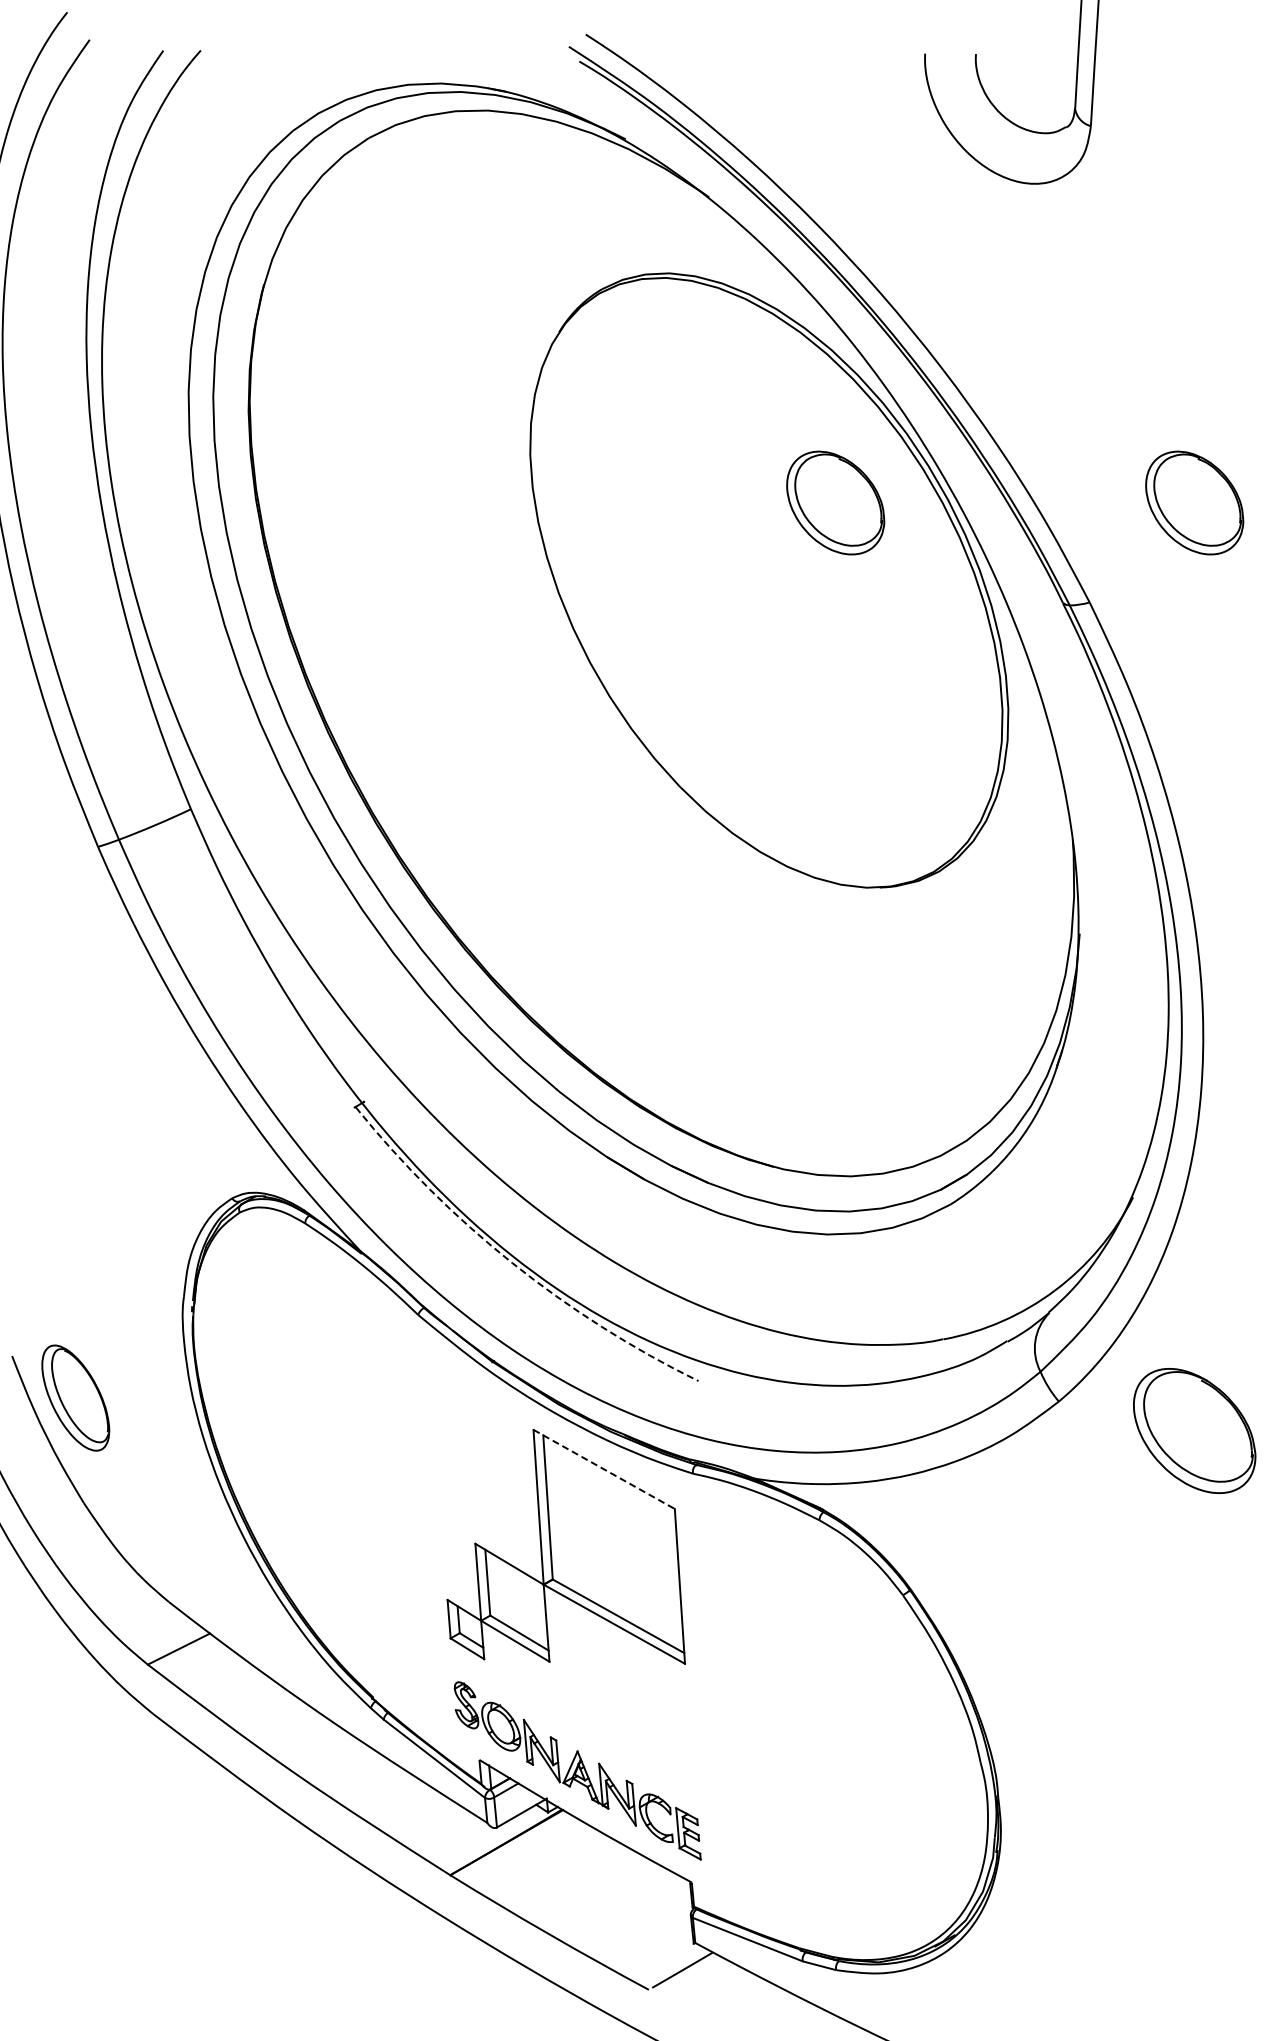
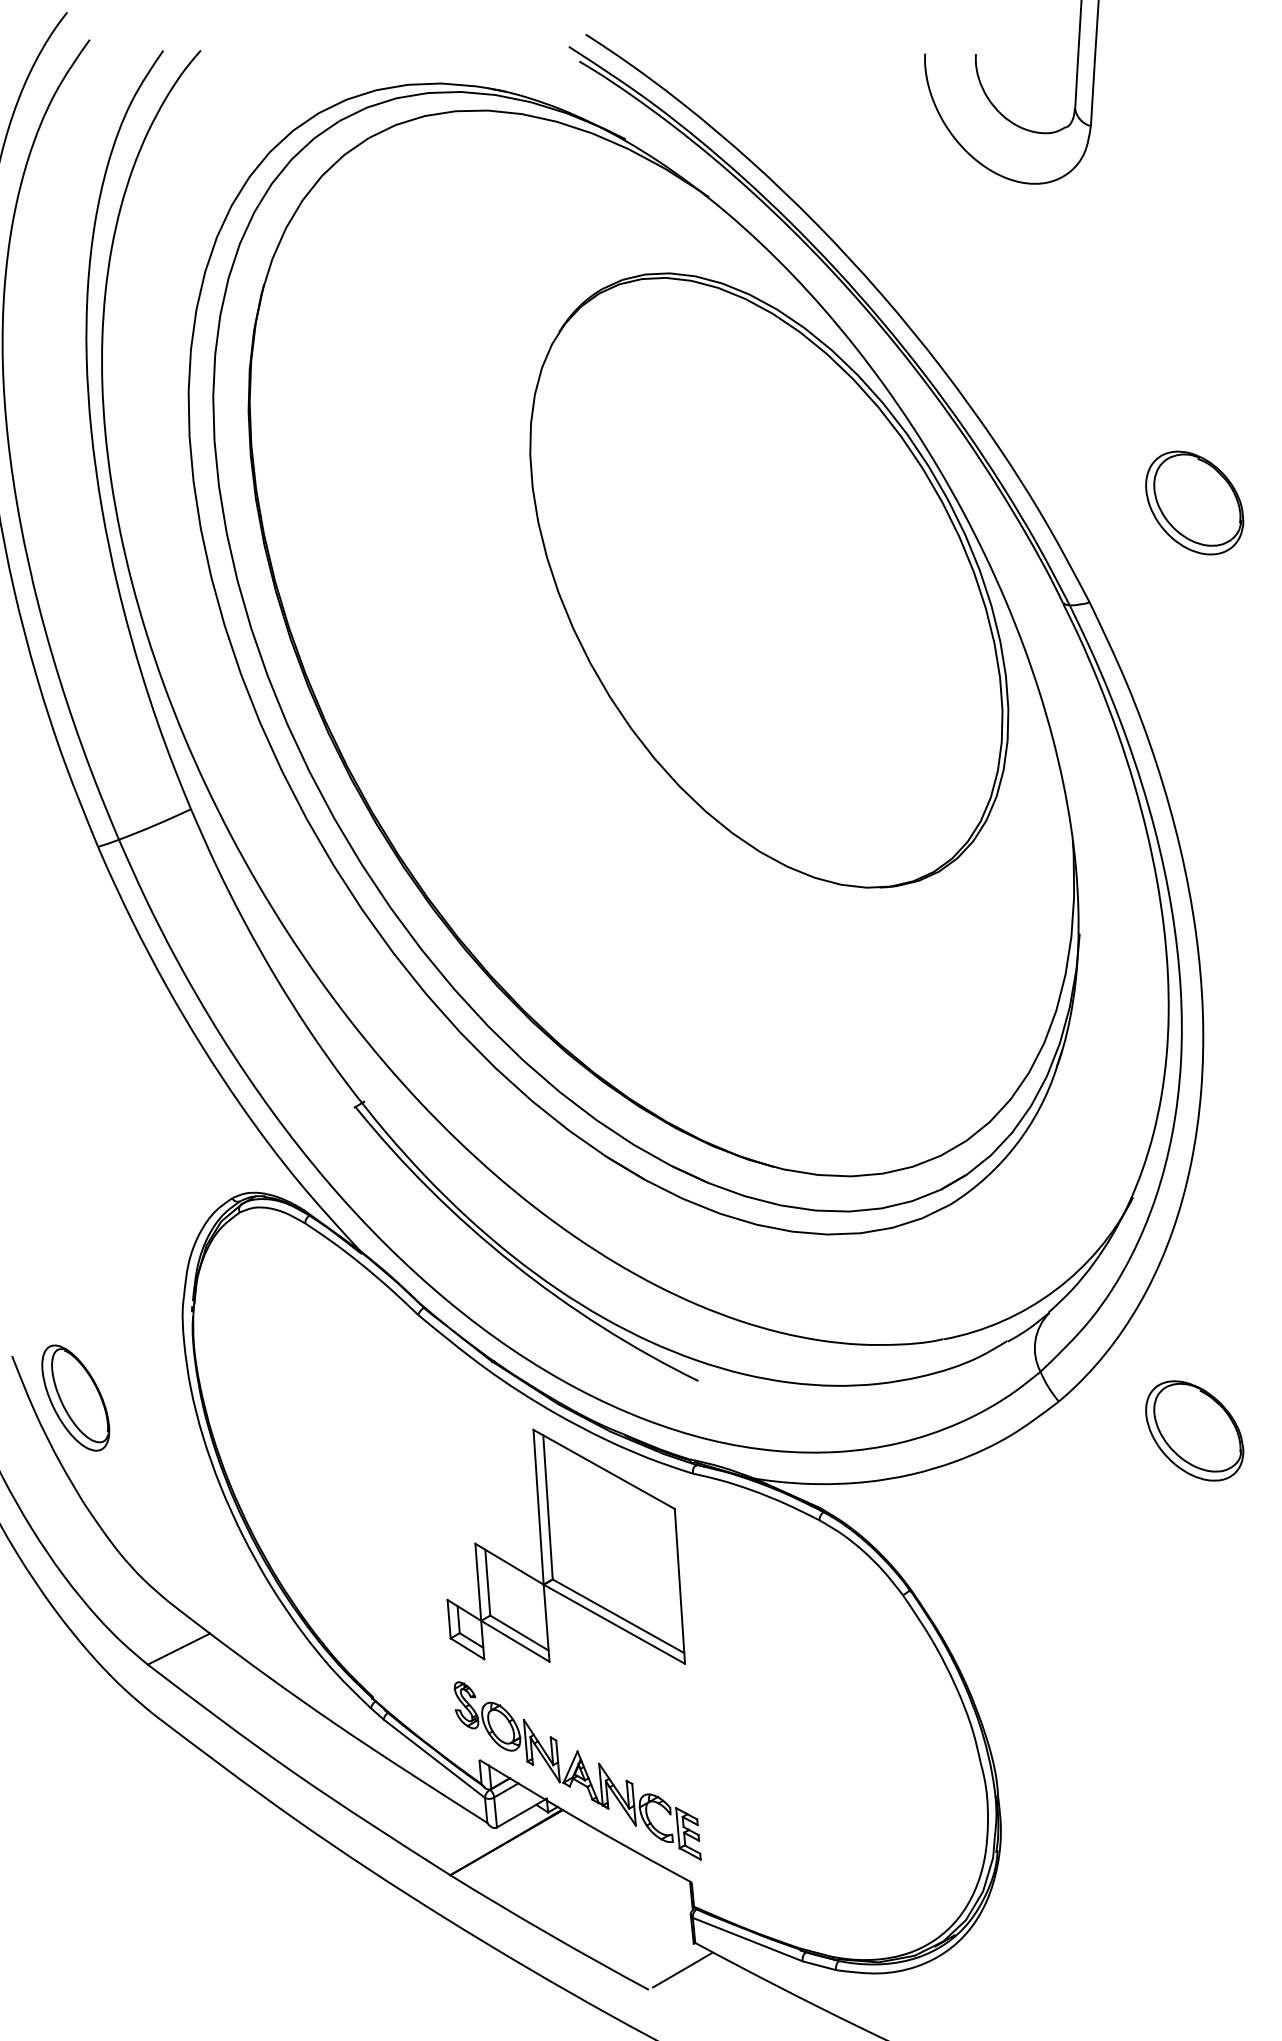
part at (835, 502): present -> none
arc at (512, 1263): dashed -> solid
part at (1194, 1431) size: 124x127 px -> 100x102 px
line at (604, 1469): dashed -> solid
